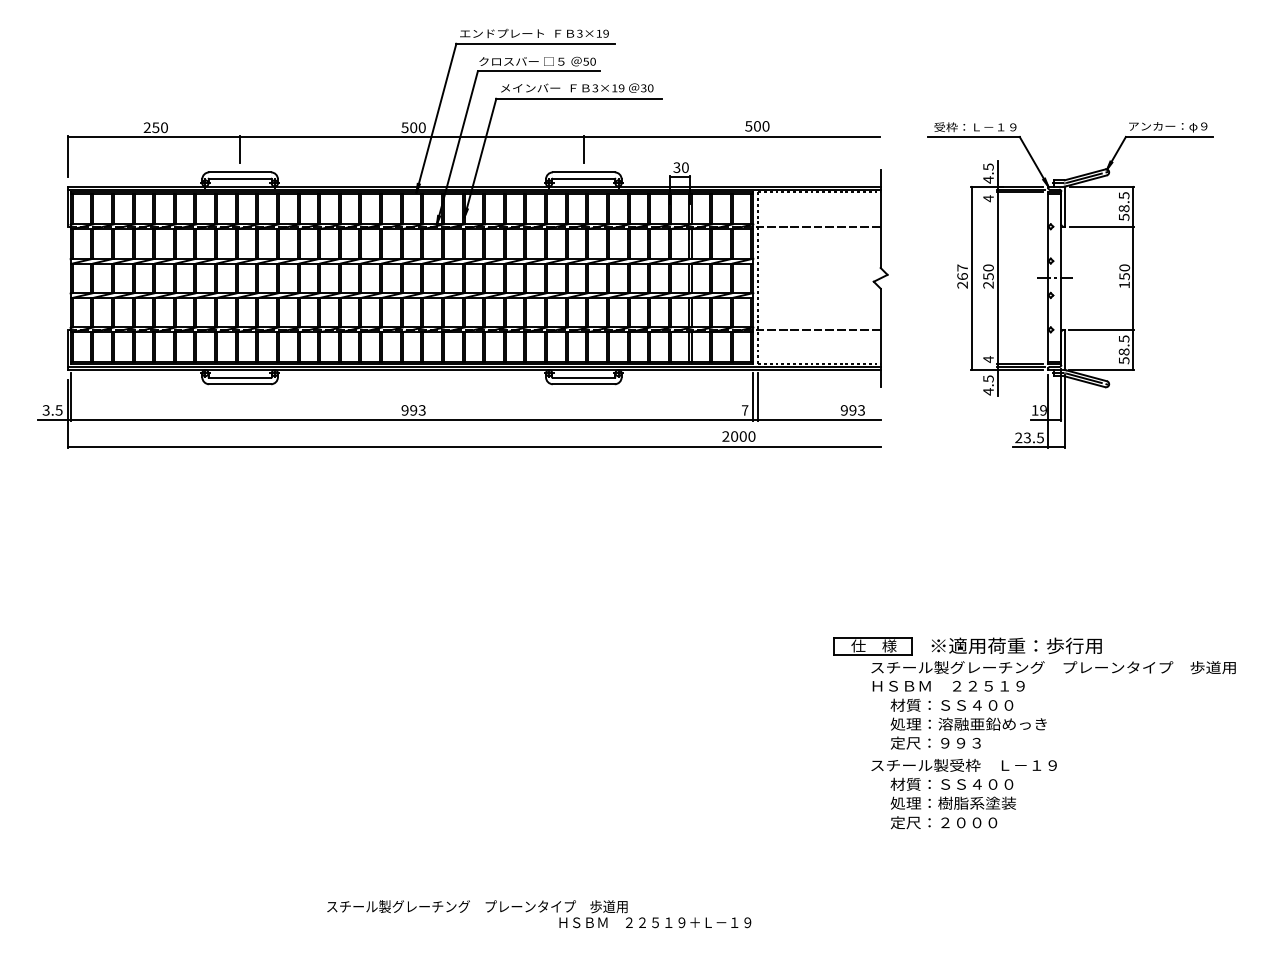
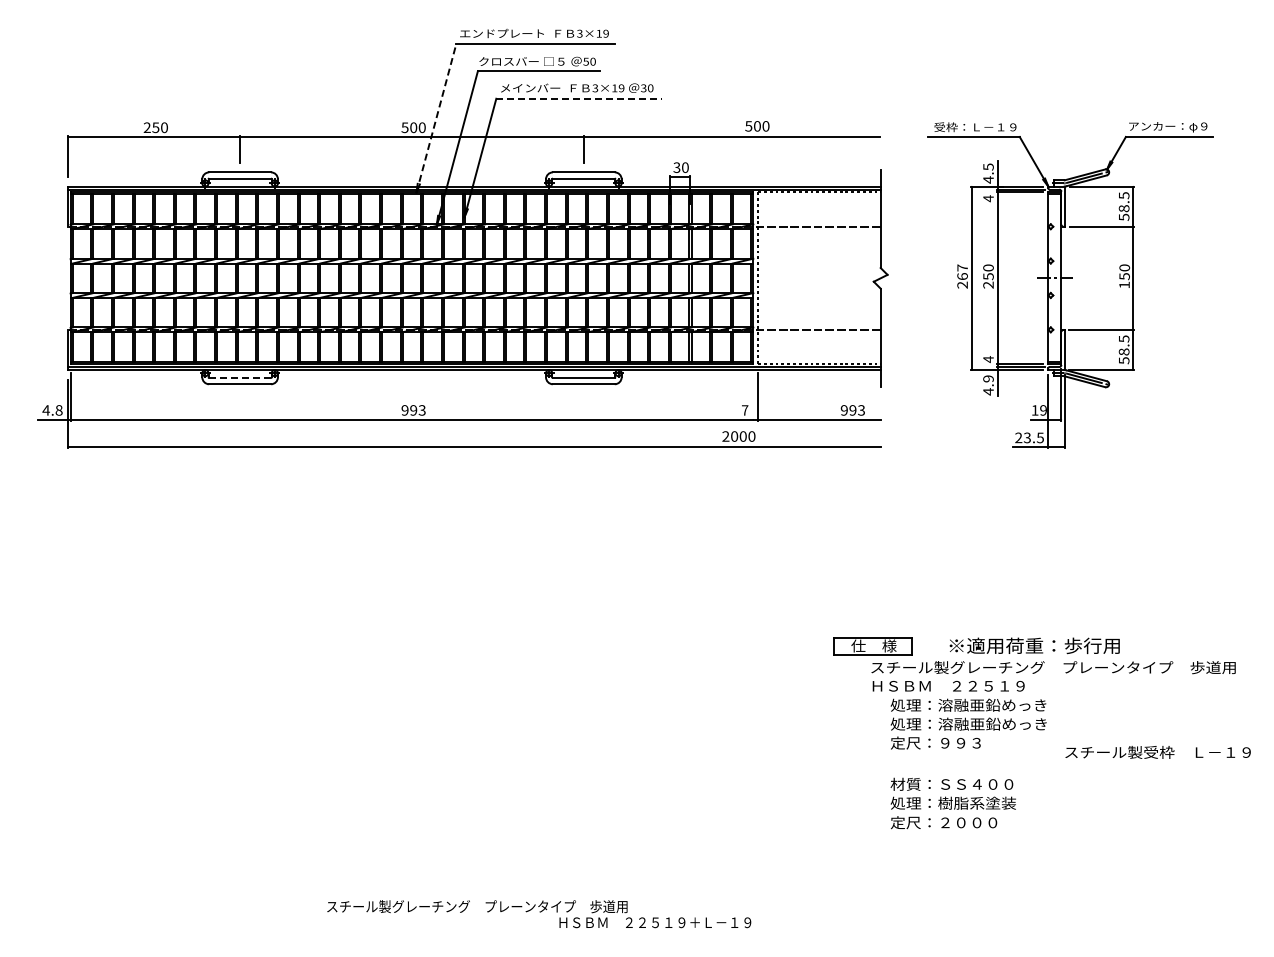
line at (579, 98): solid -> dashed
line at (436, 118): solid -> dashed
line at (240, 378): solid -> dashed
text at (988, 378): 4.5 -> 4.9
line at (753, 396): present -> none
text at (52, 410): 3.5 -> 4.8
text at (1016, 645) position: (1016, 645) -> (1034, 645)
text at (968, 704): 材質：ＳＳ４００ -> 処理：溶融亜鉛めっき
text at (963, 765) position: (963, 765) -> (1157, 752)
